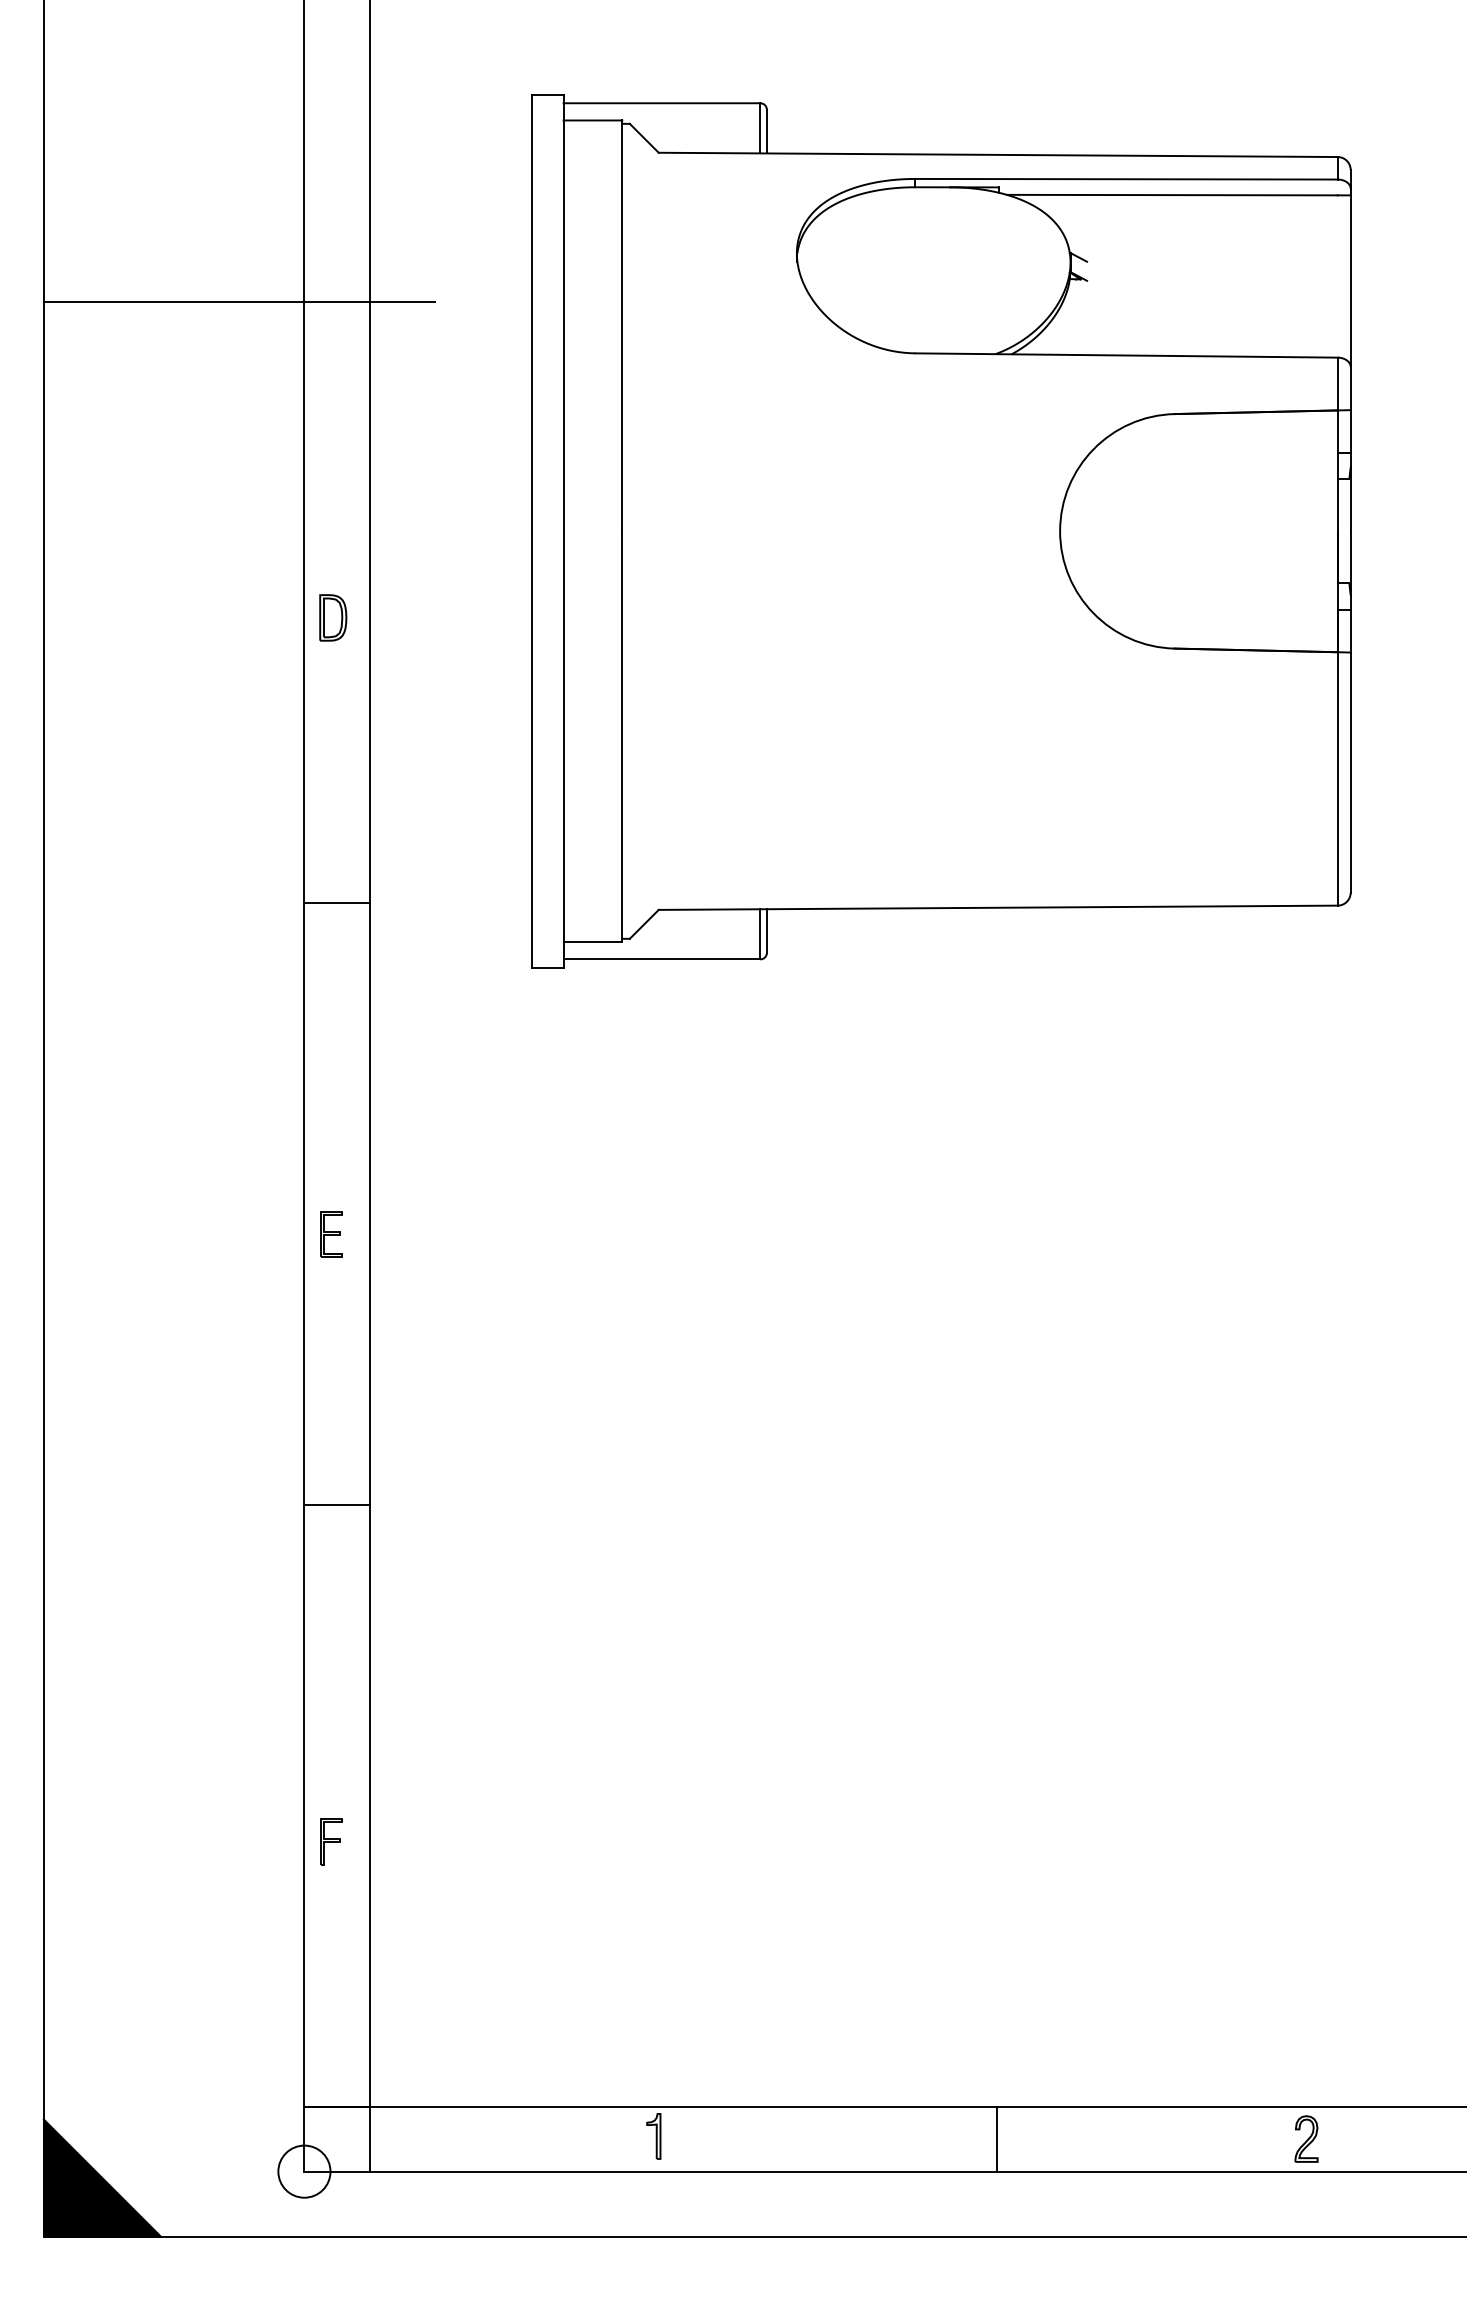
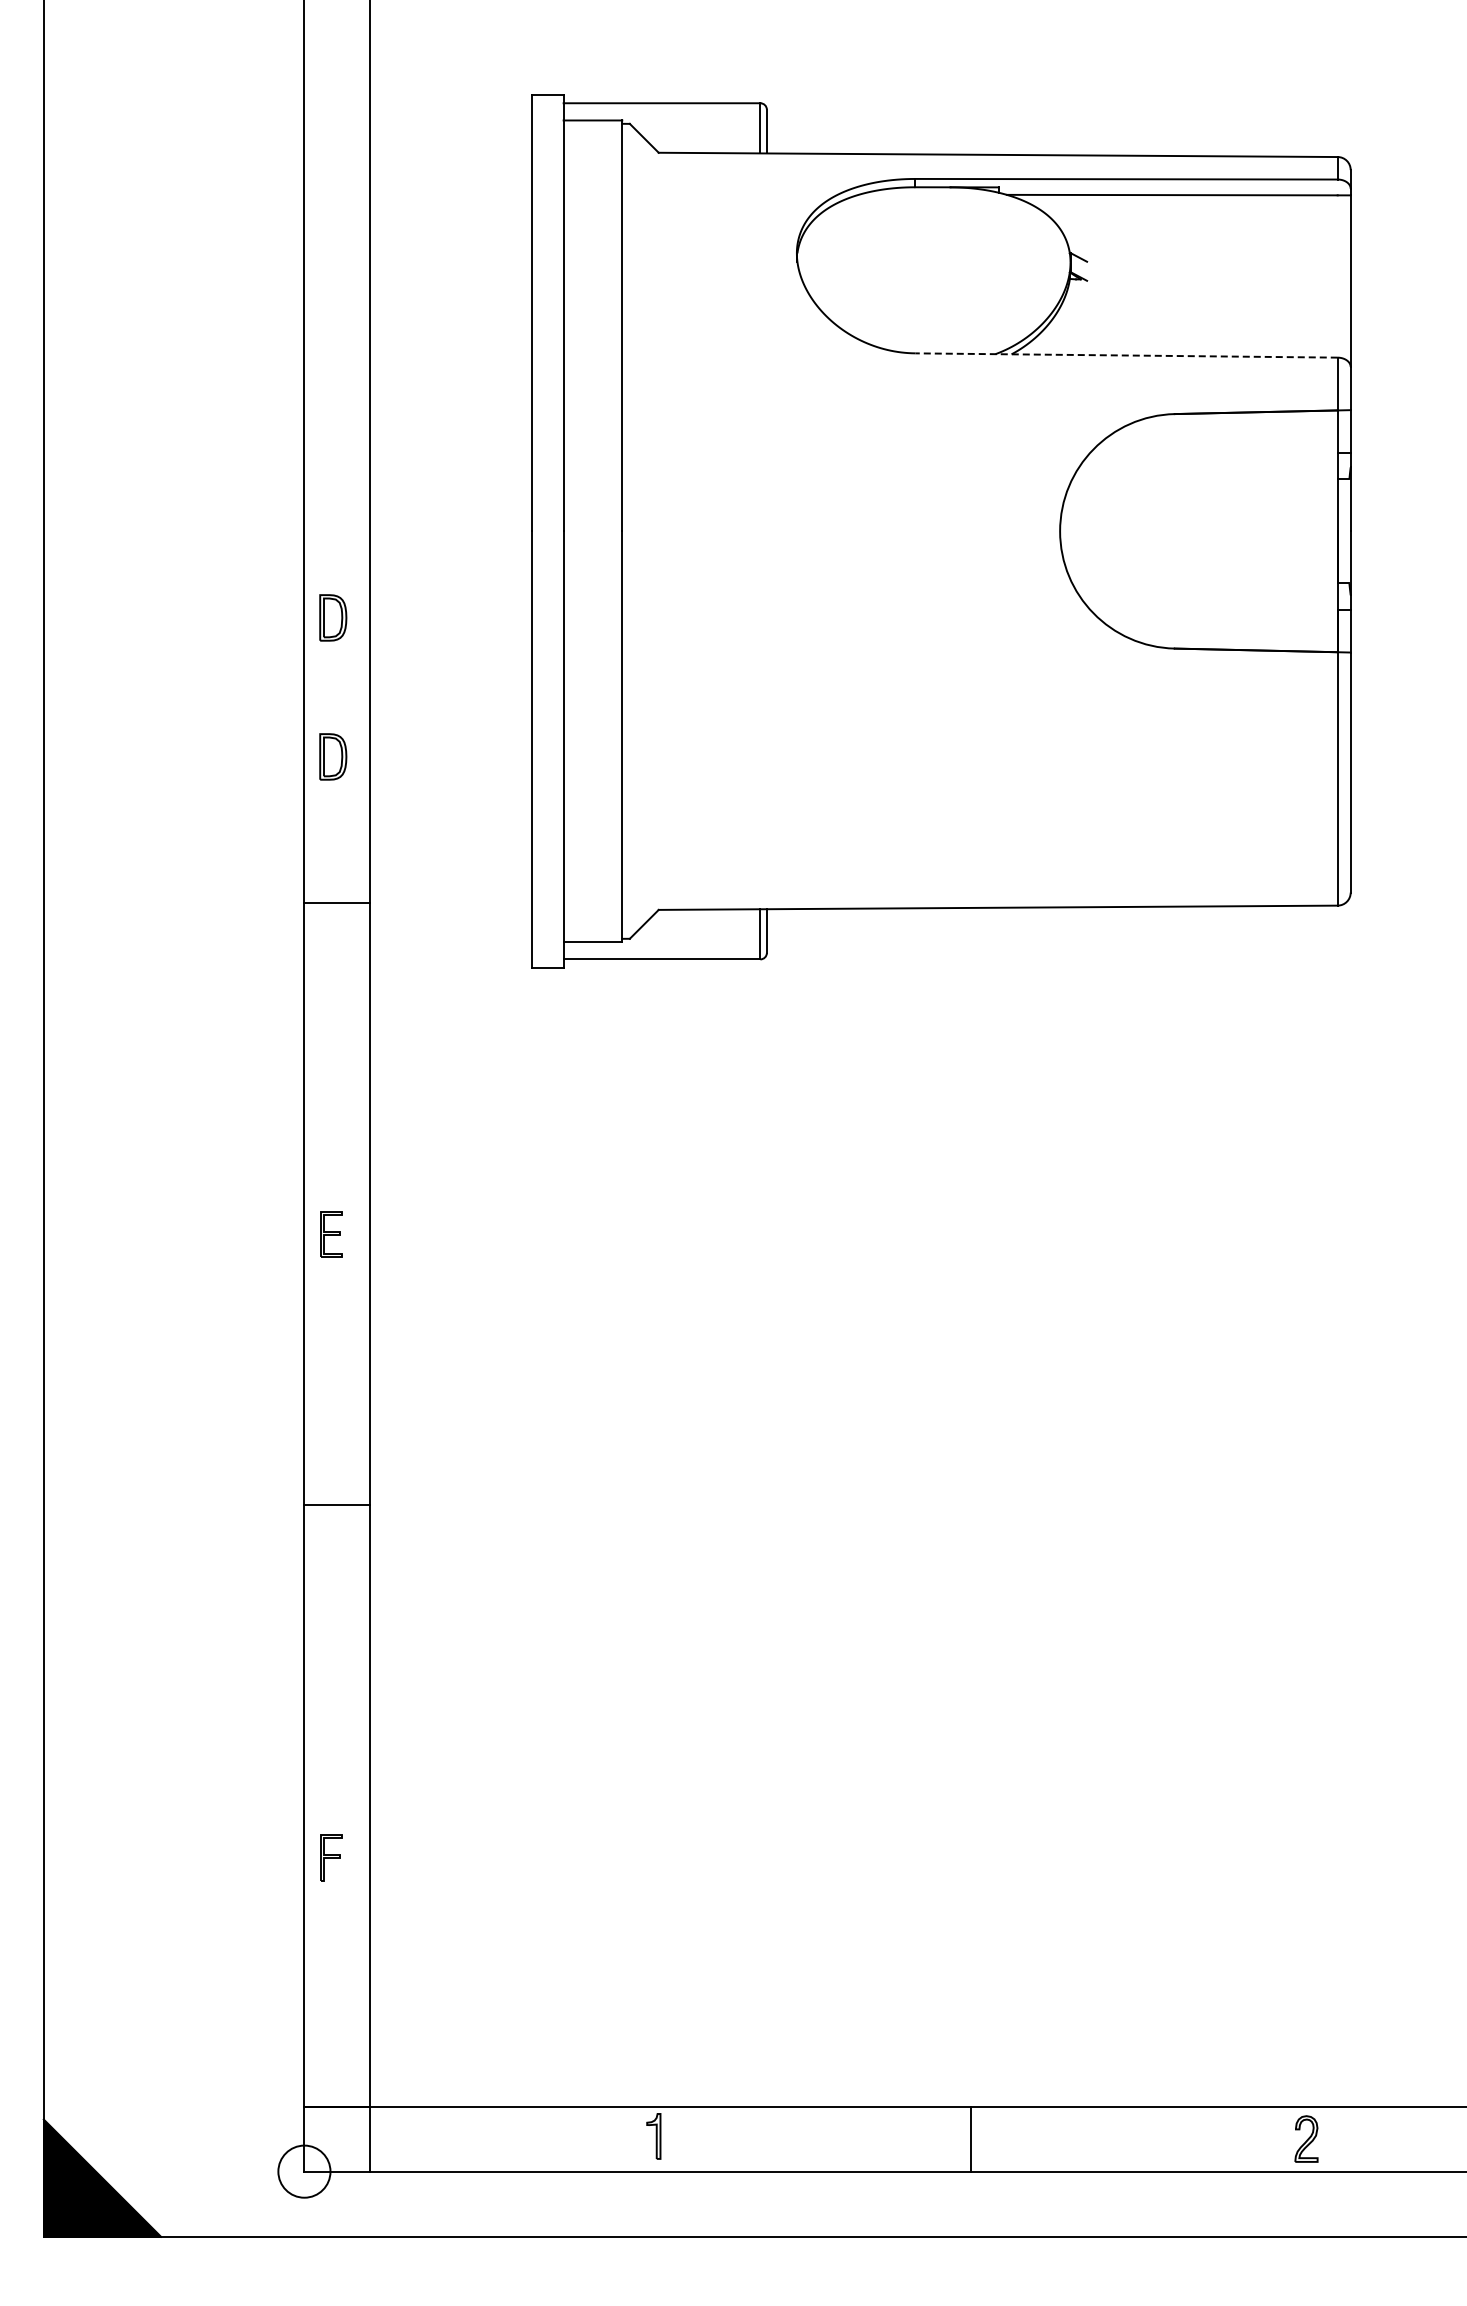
line at (238, 301): present -> none
line at (1126, 355): solid -> dashed
part at (333, 756): none -> present
part at (331, 1841) position: (331, 1841) -> (331, 1857)
line at (996, 2138) position: (996, 2138) -> (970, 2138)
